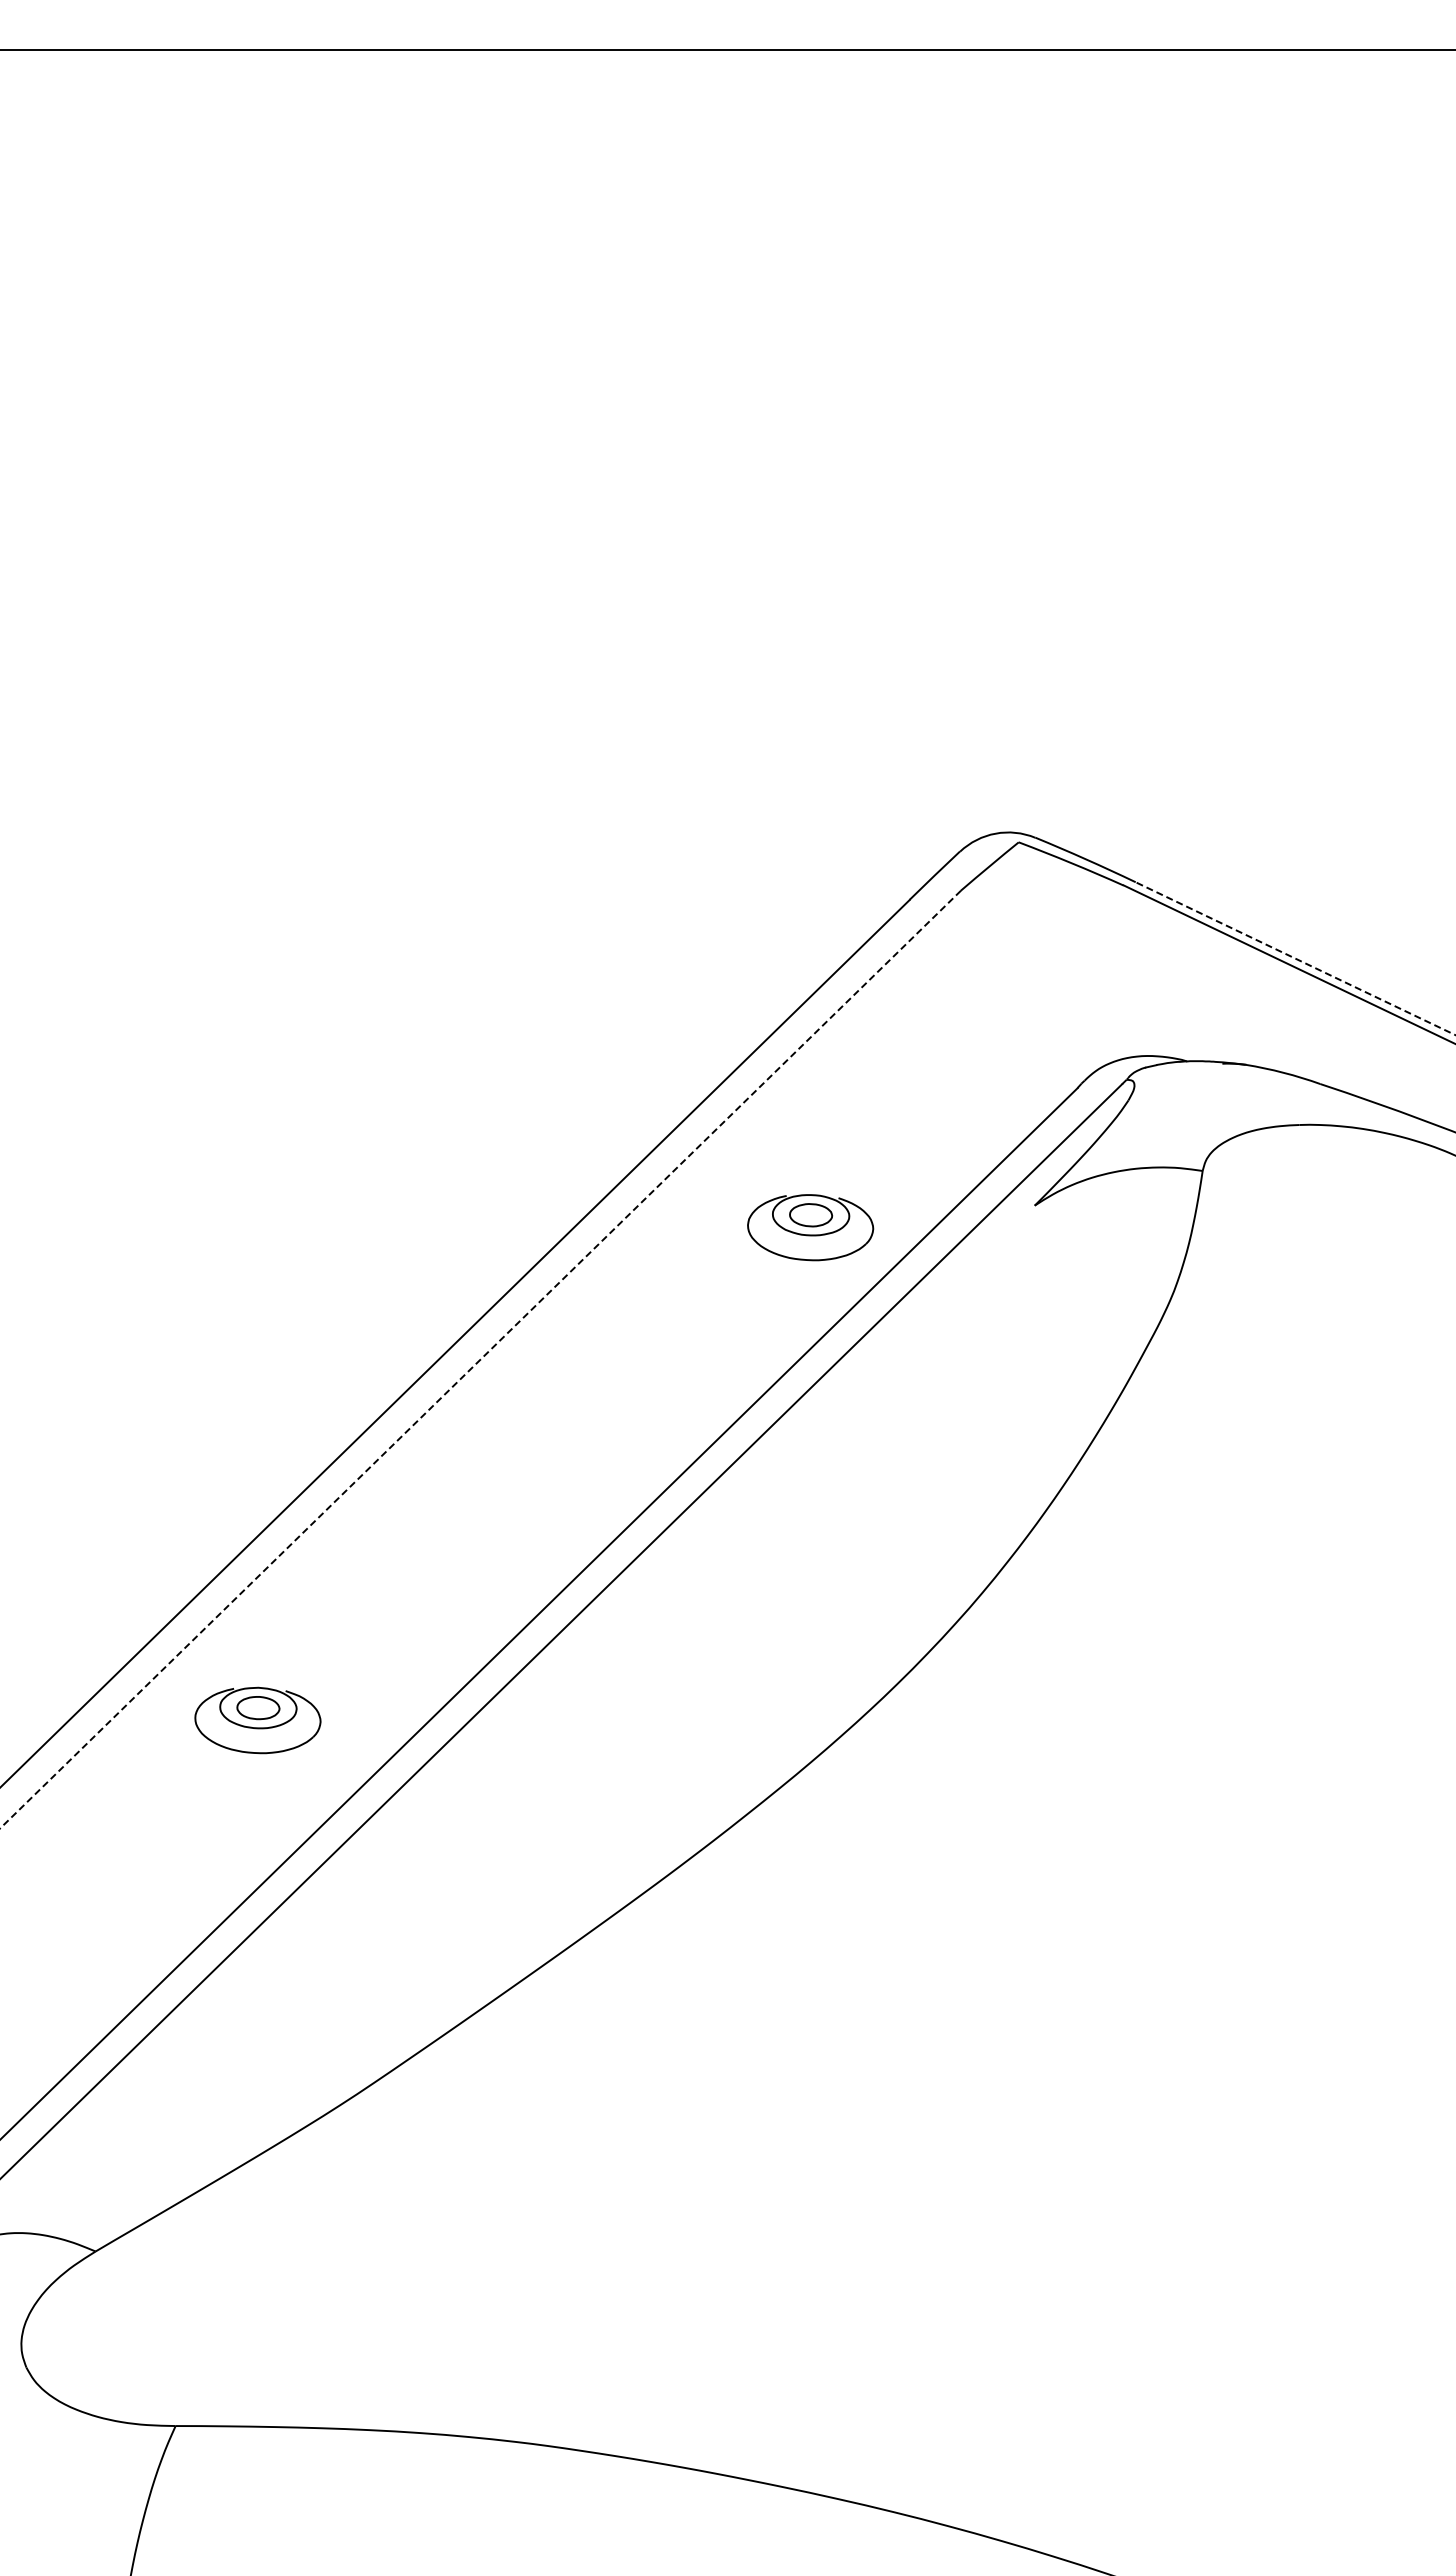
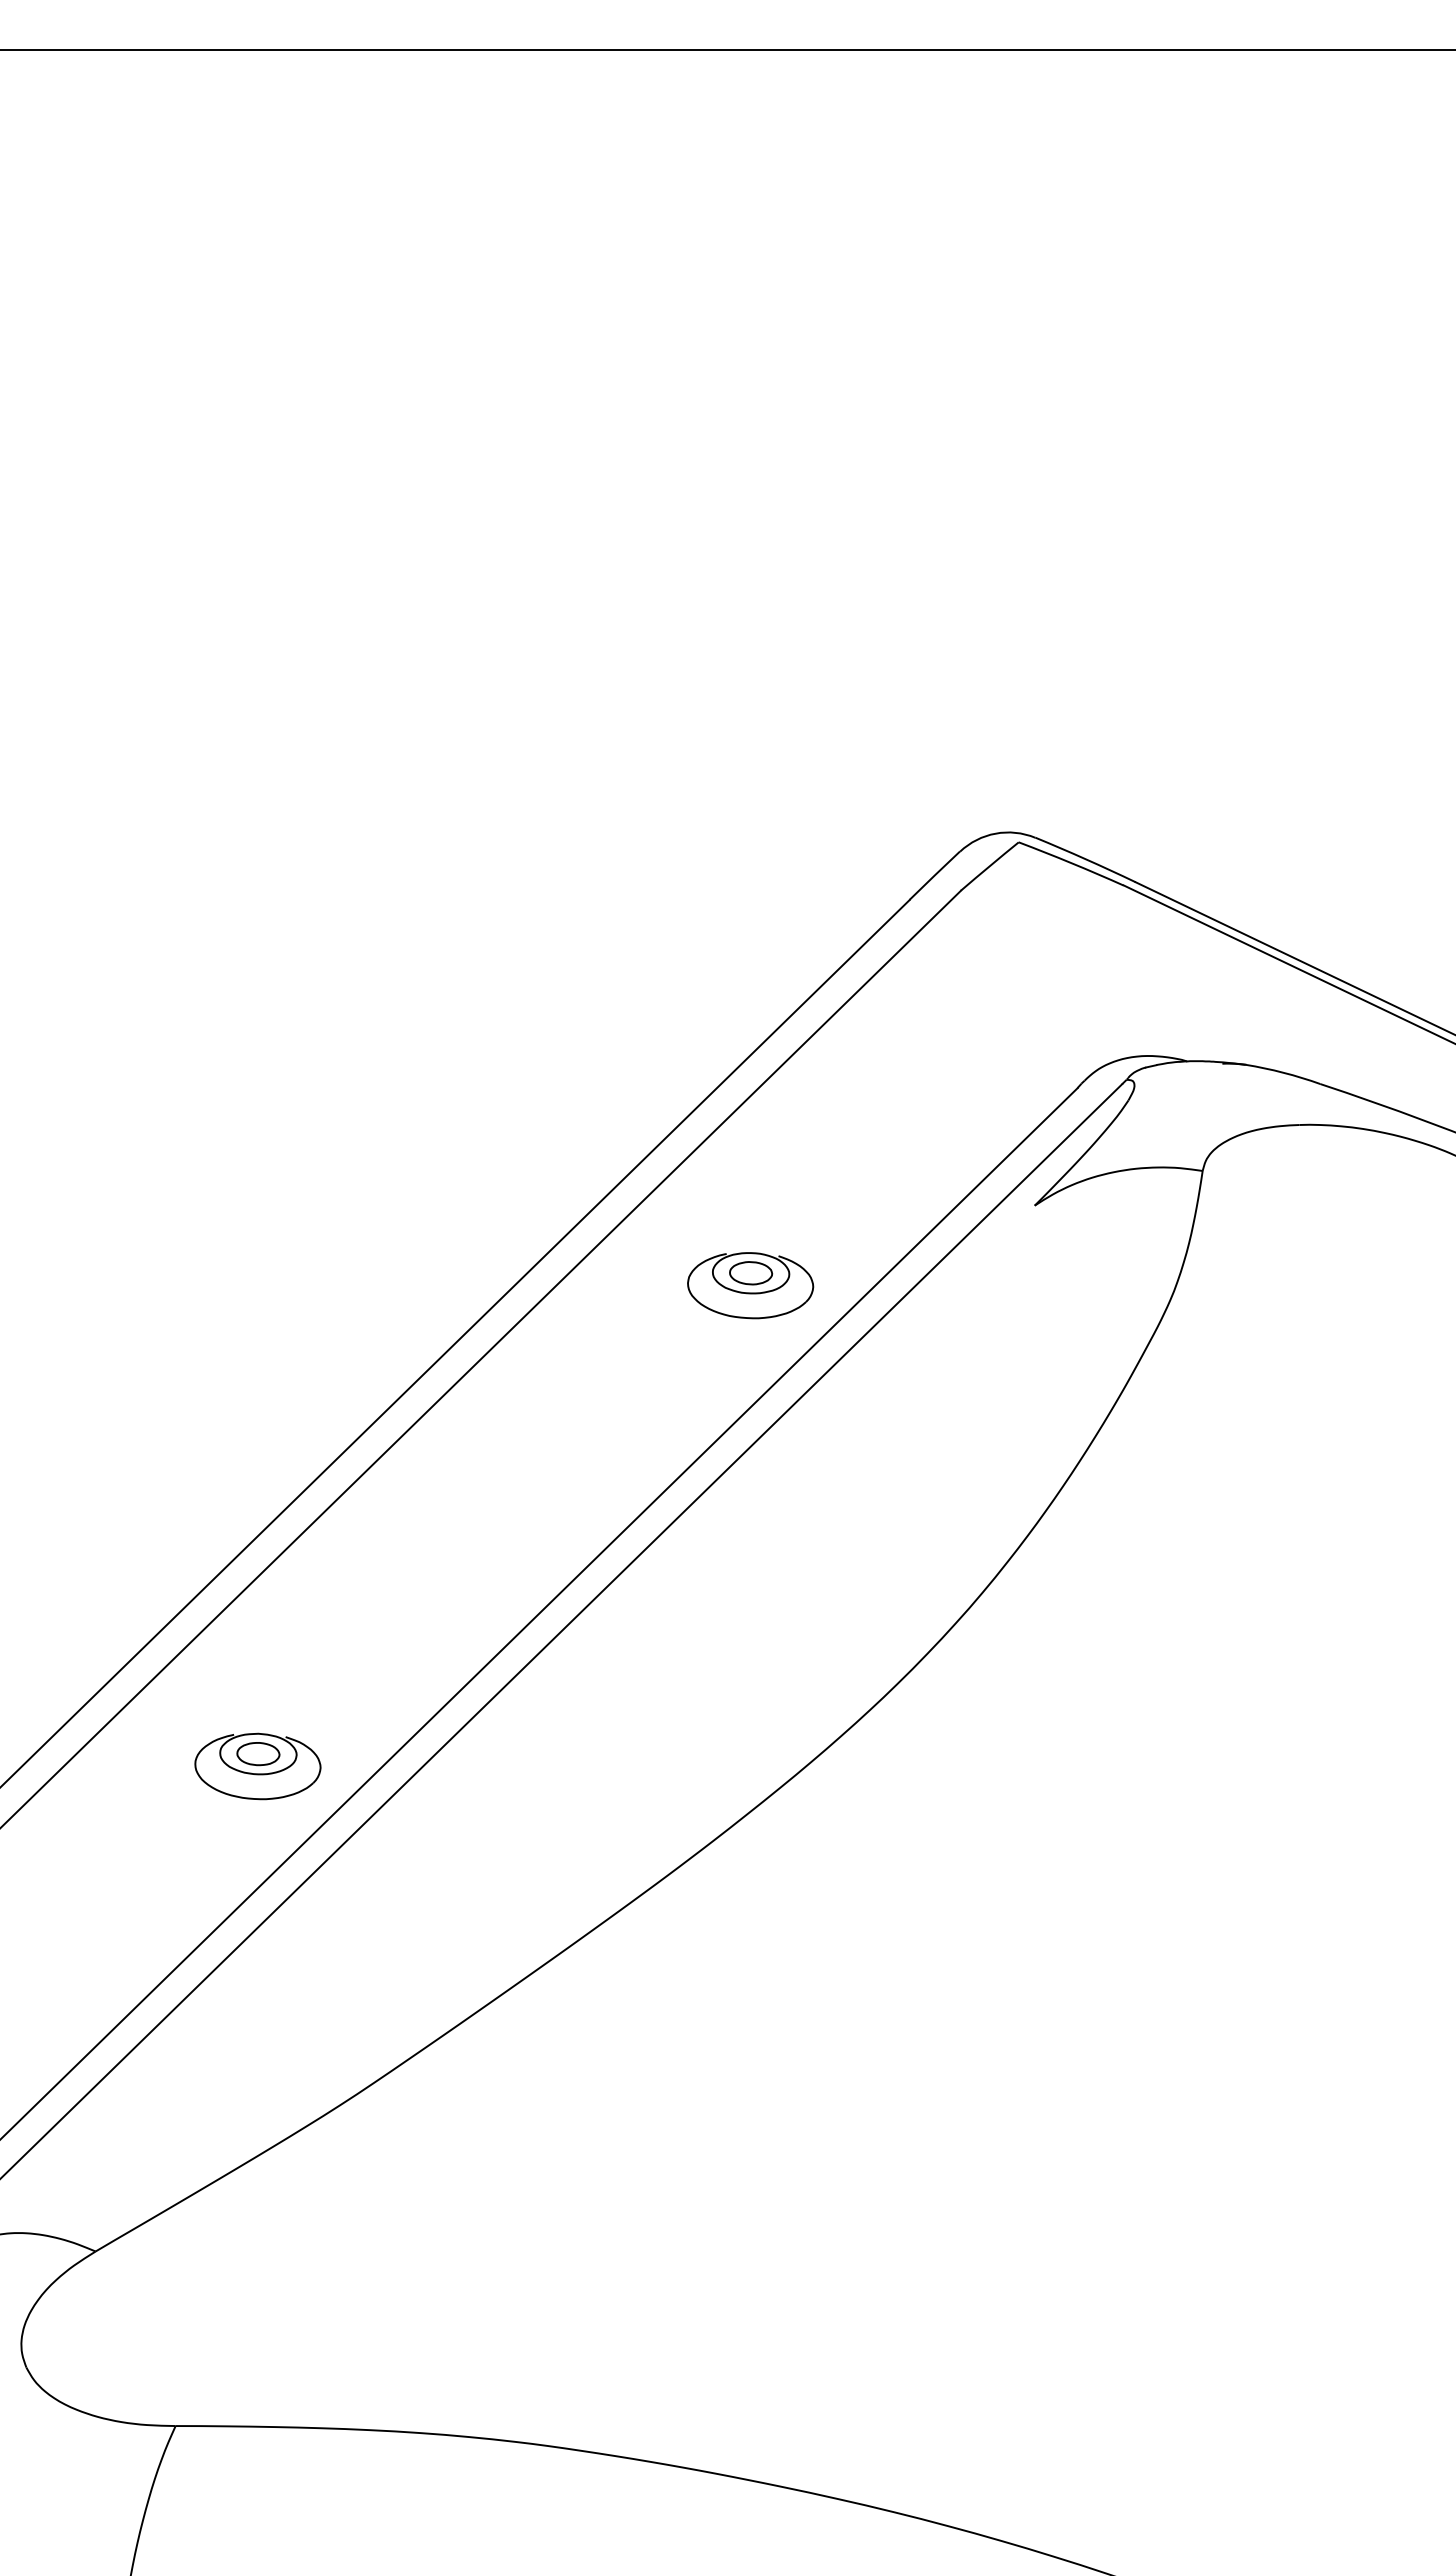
line at (1295, 958): dashed -> solid
part at (810, 1227) position: (810, 1227) -> (750, 1285)
line at (480, 1359): dashed -> solid
part at (257, 1720) position: (257, 1720) -> (257, 1766)
